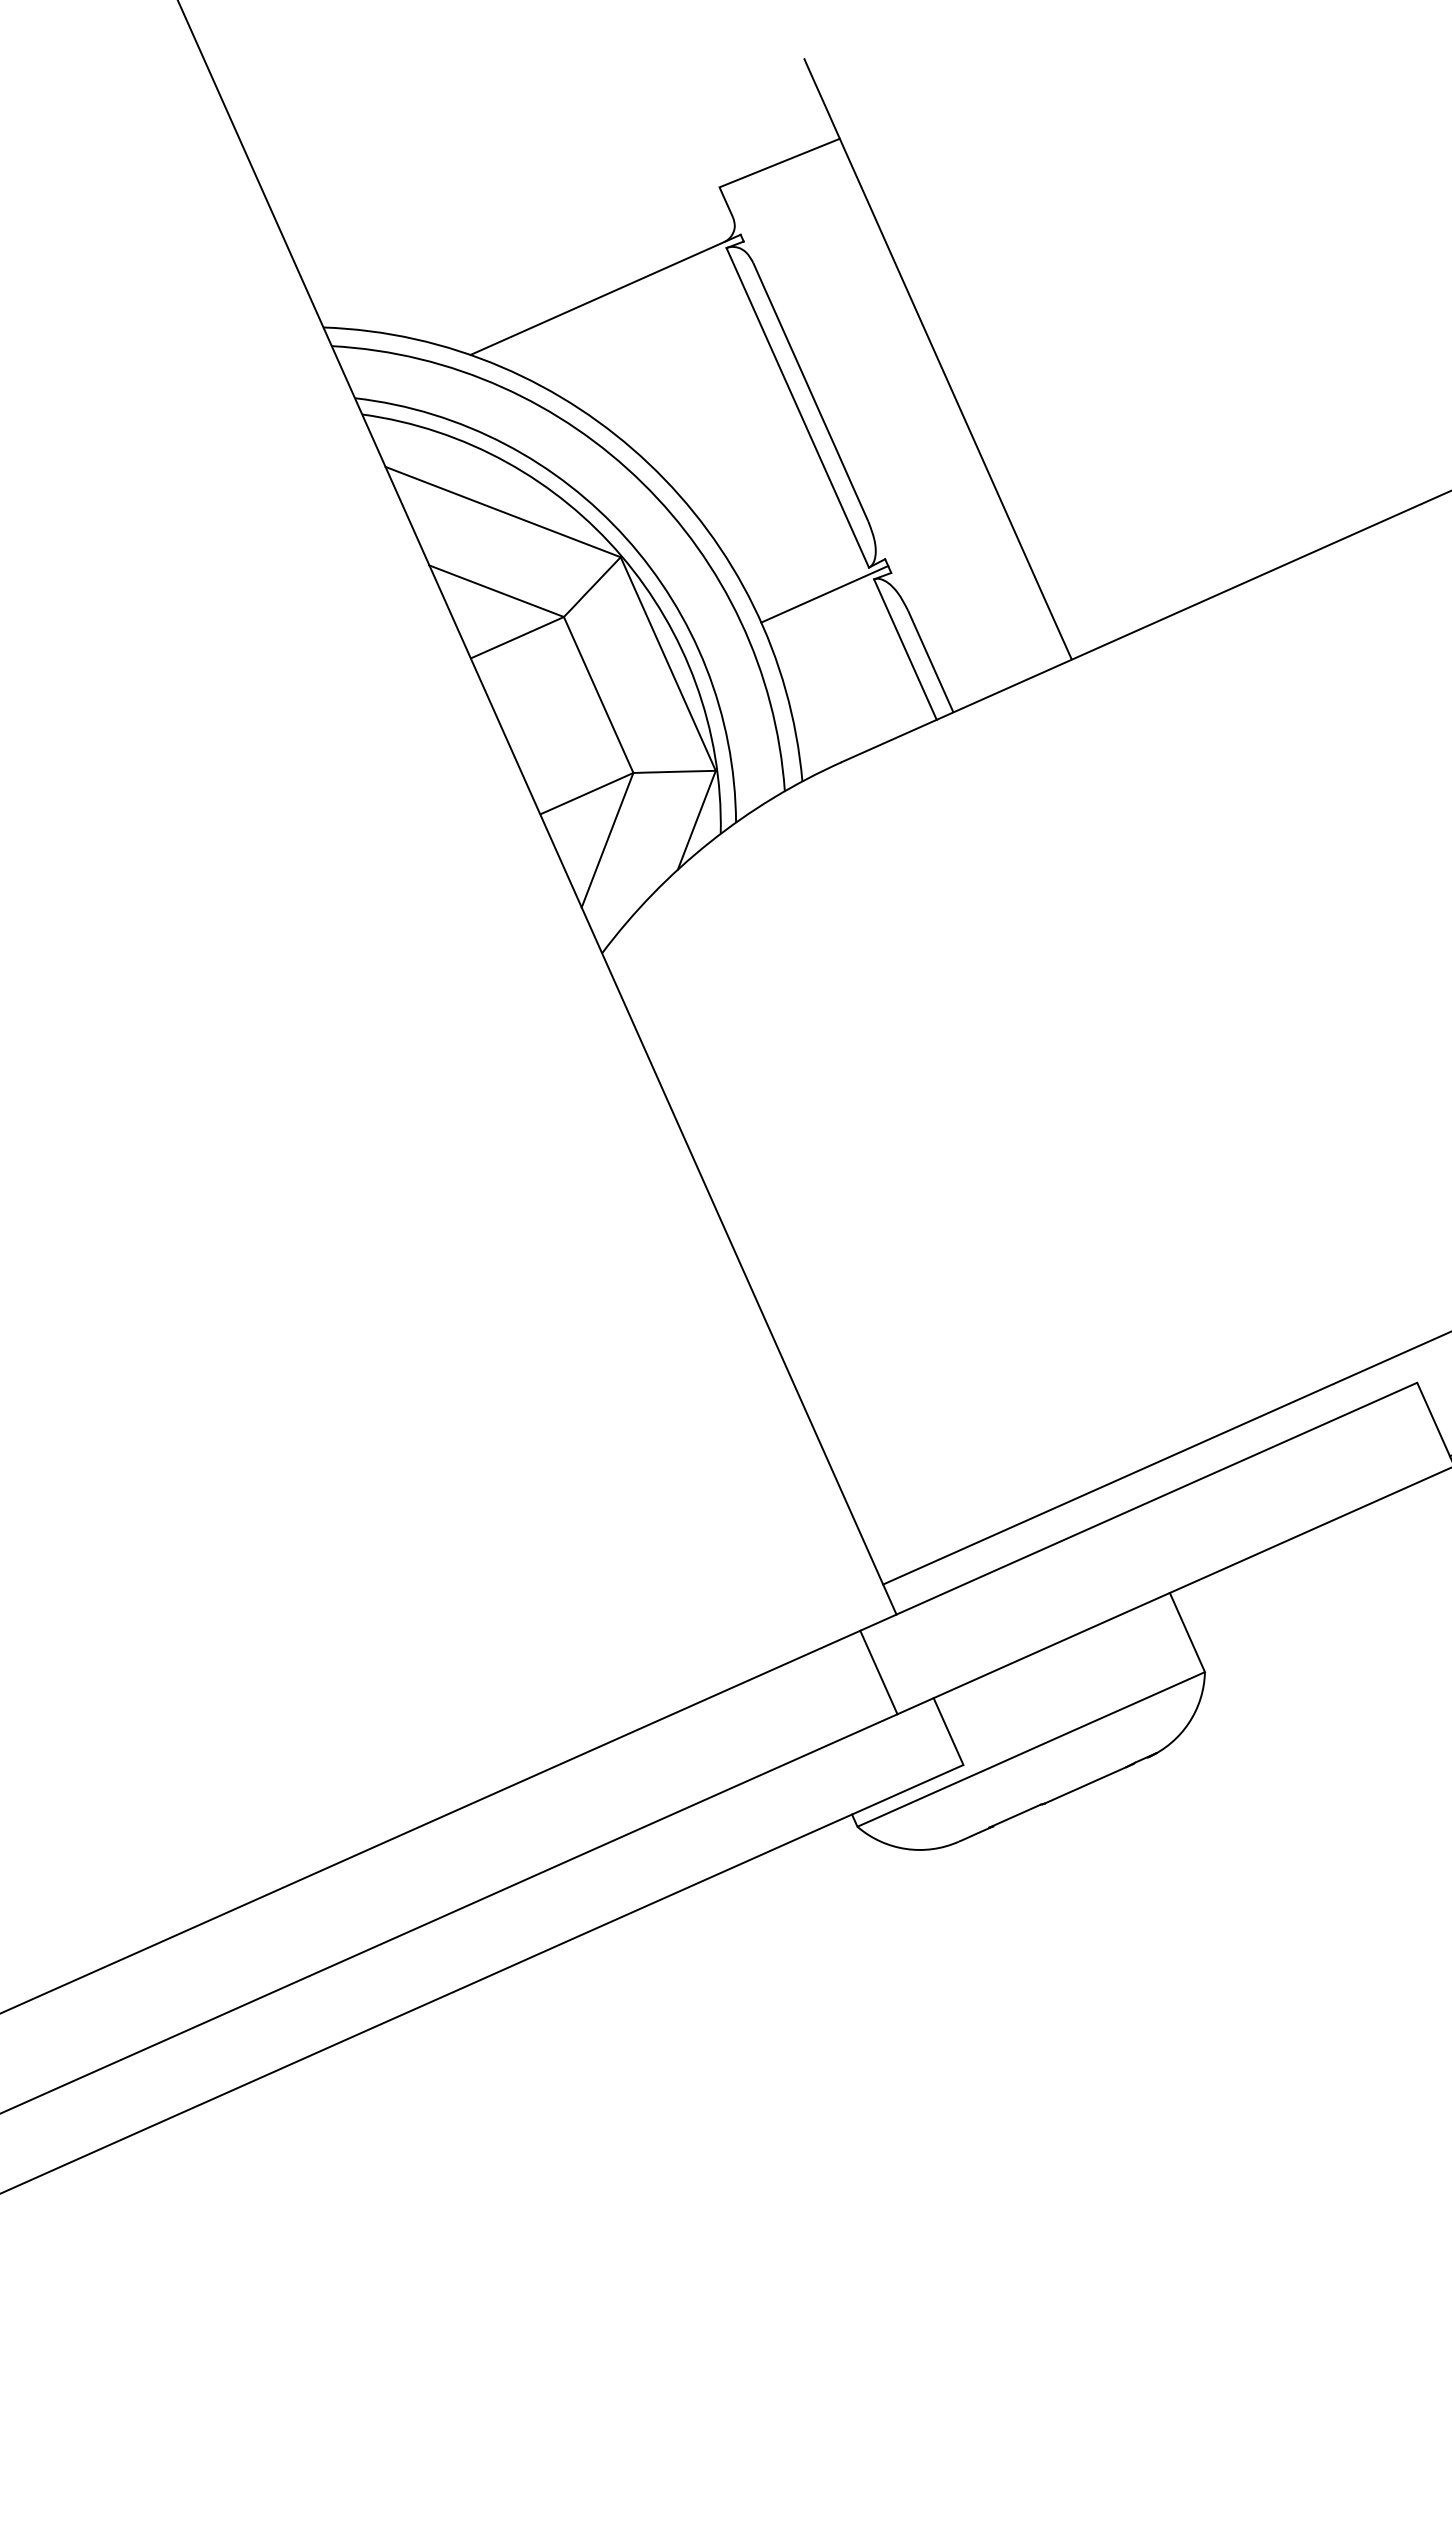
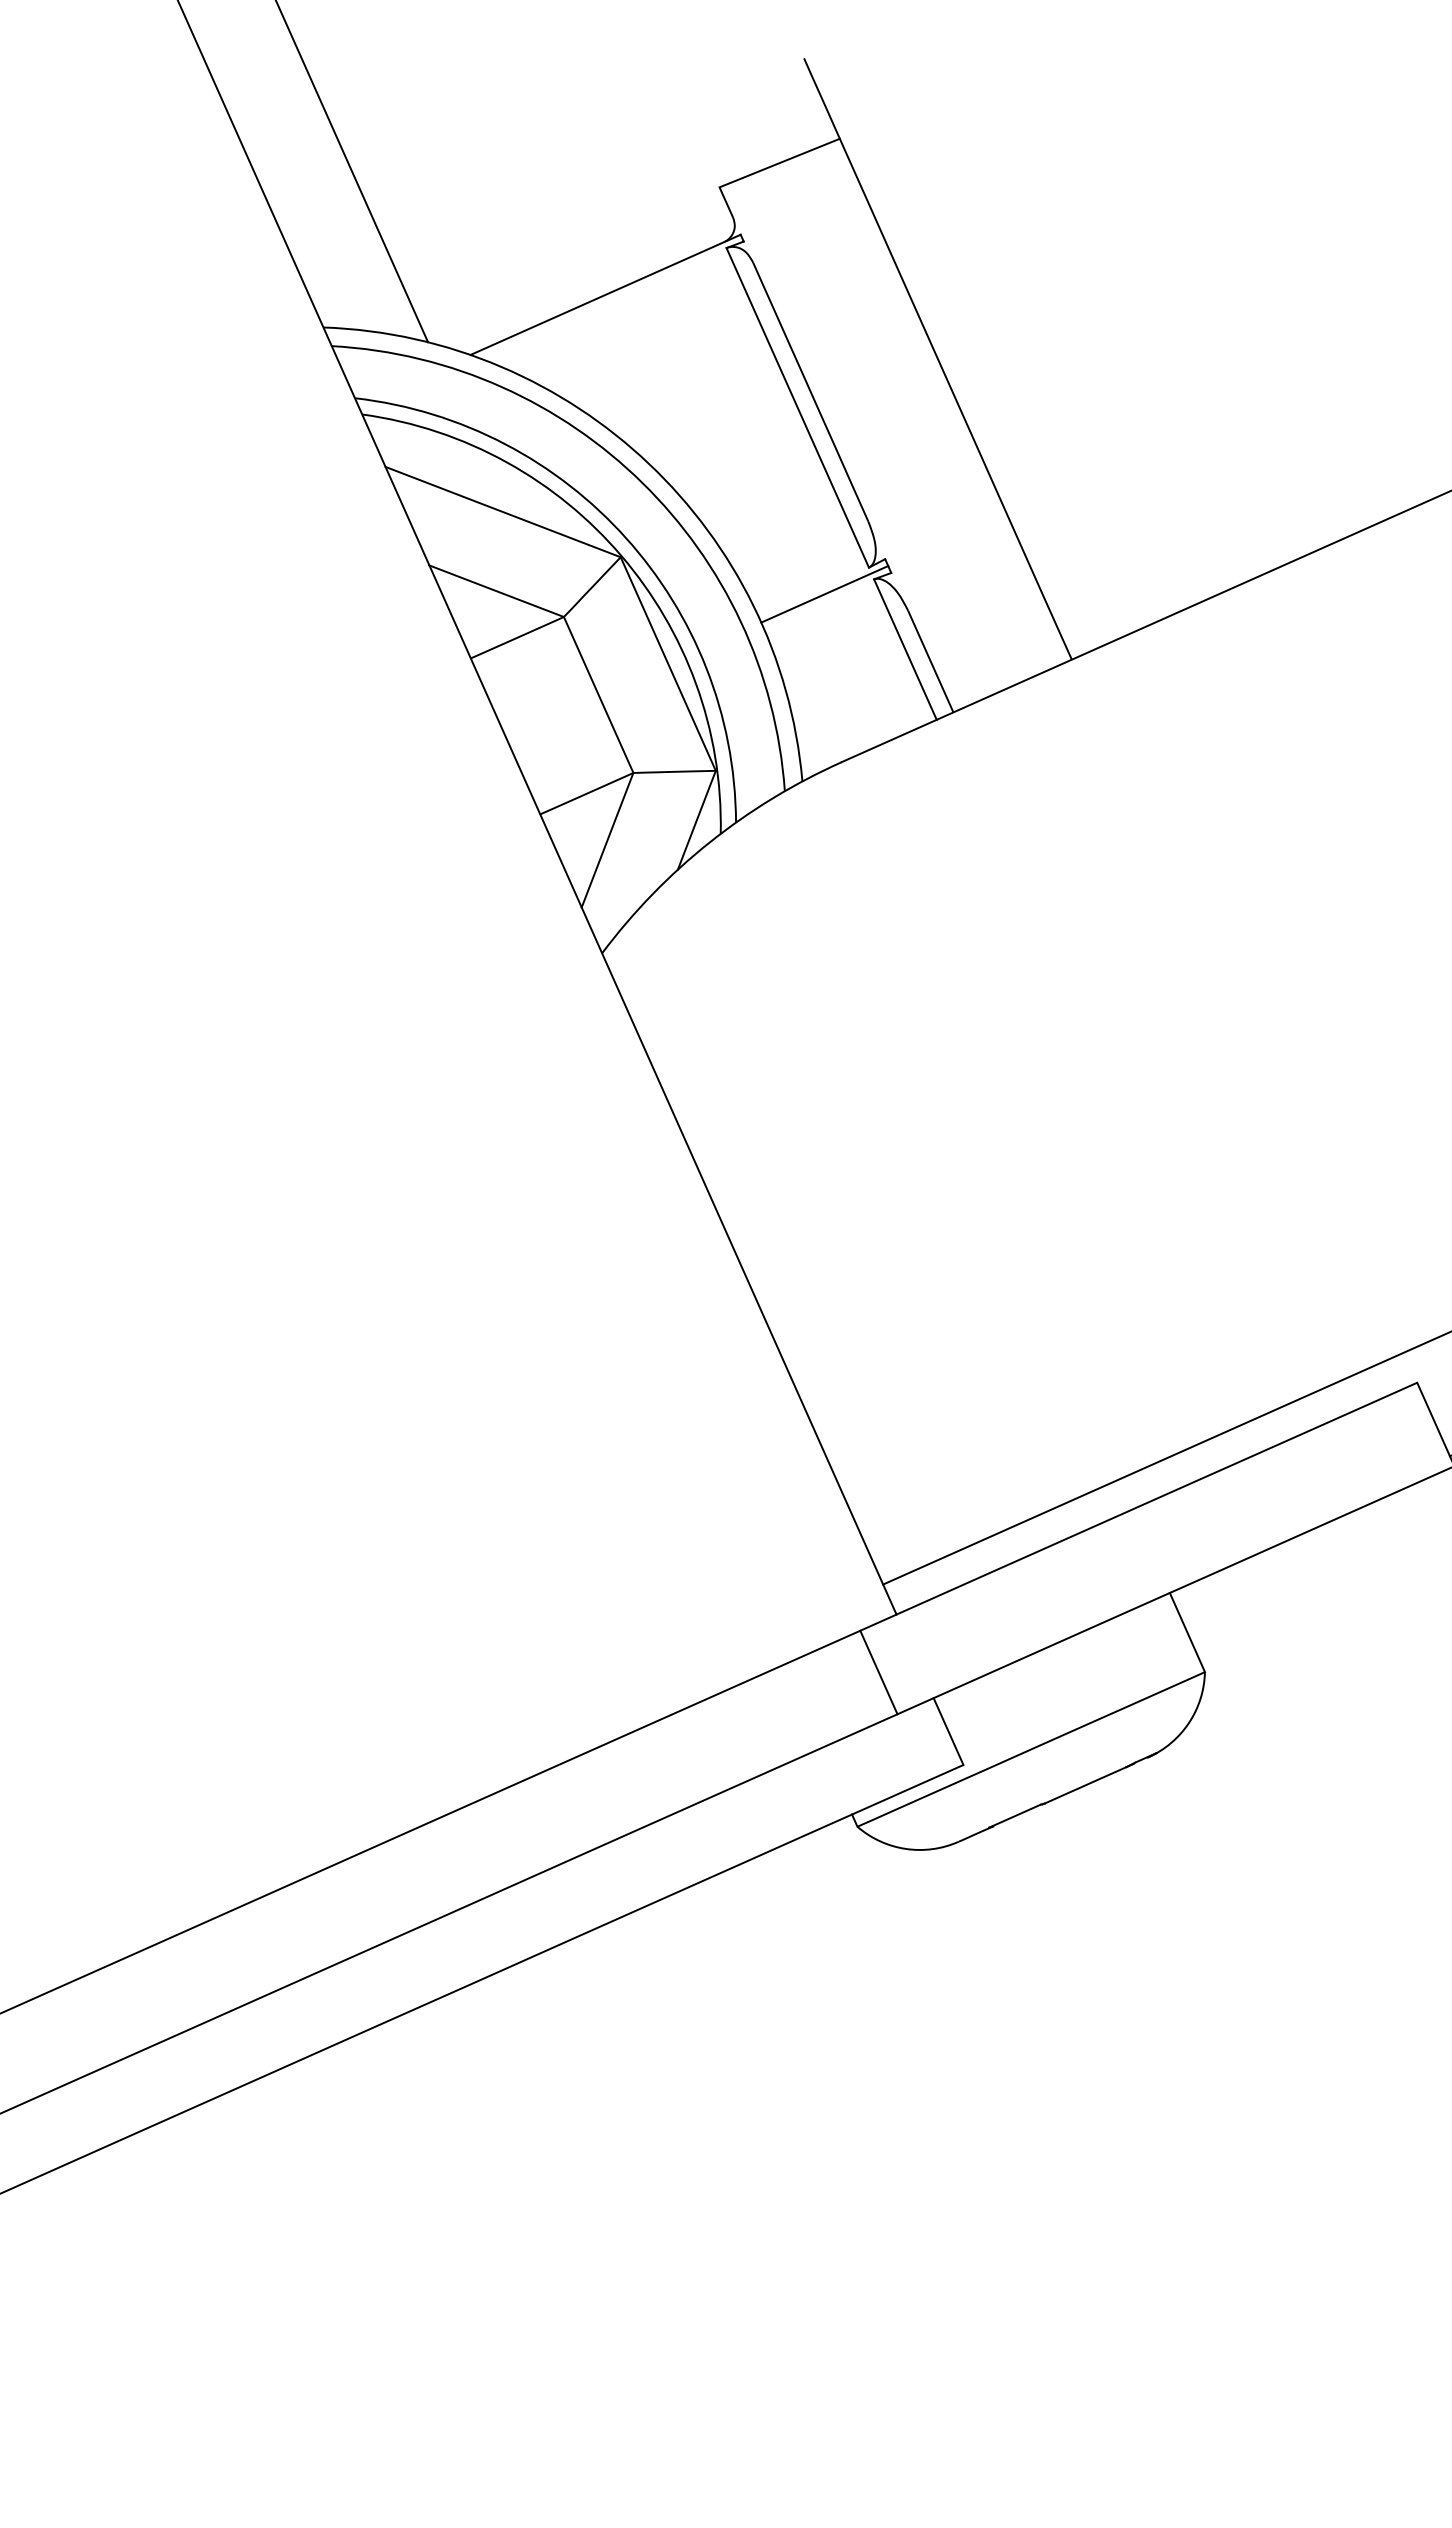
line at (352, 172): none -> present
